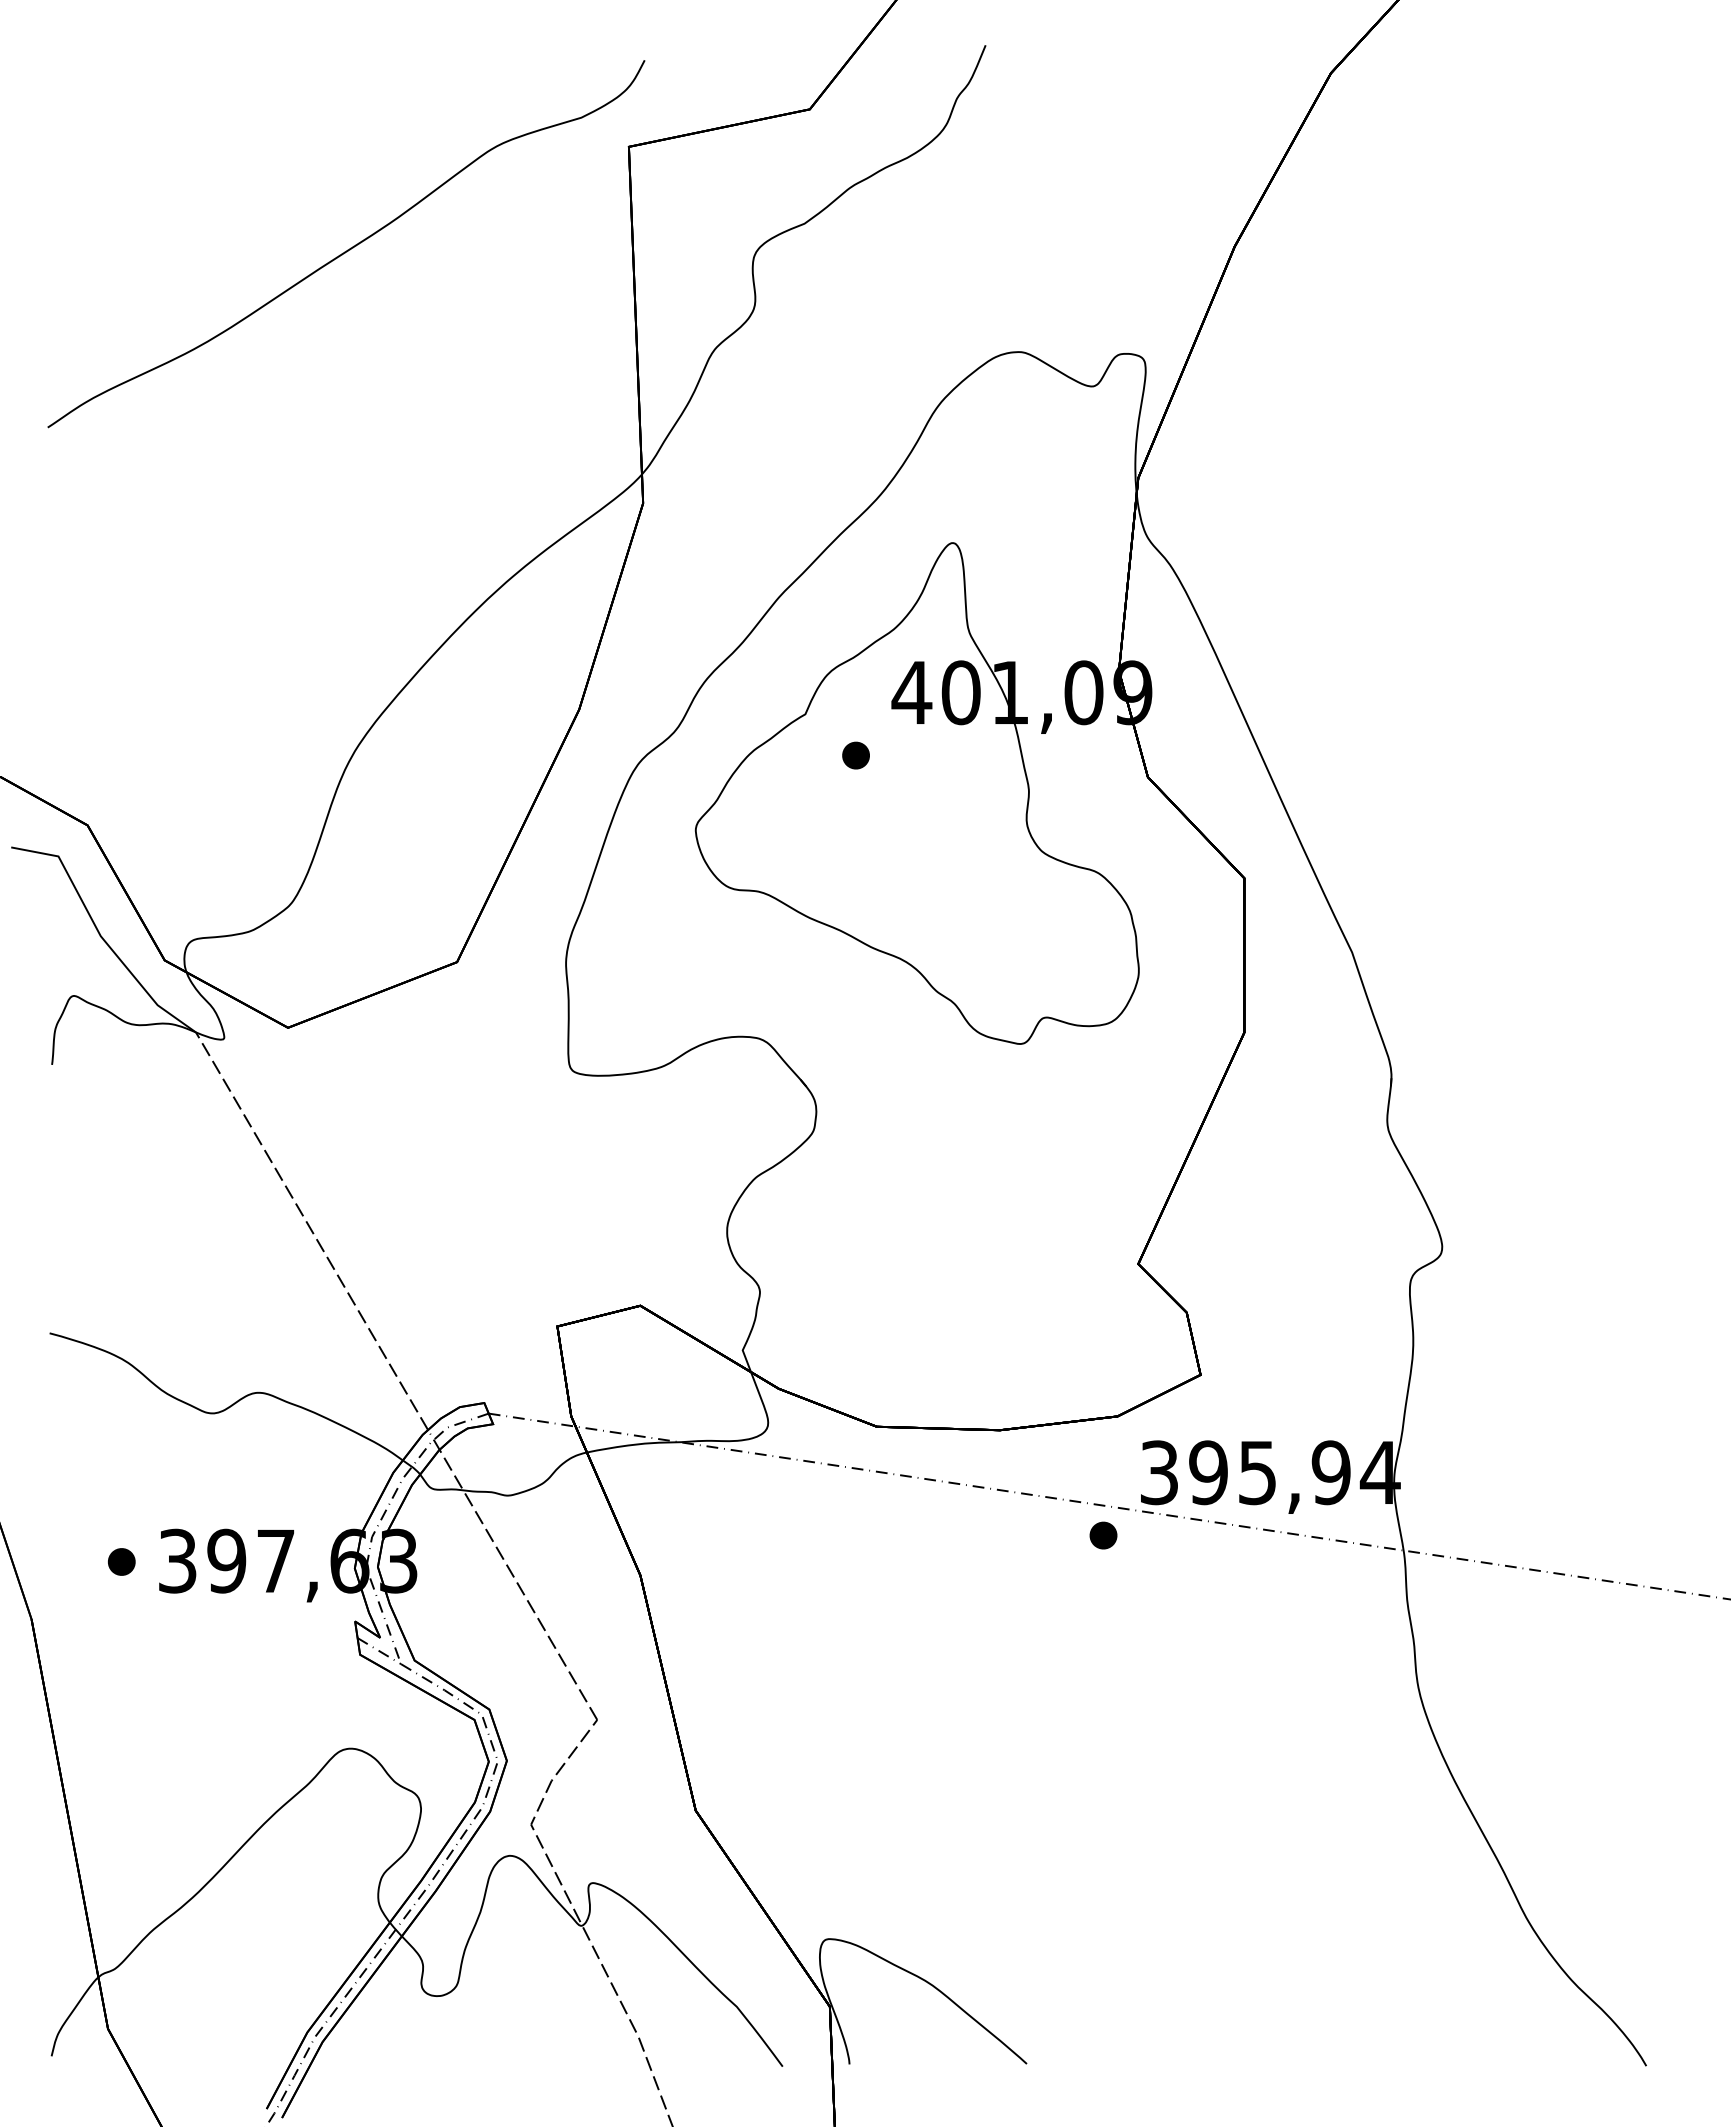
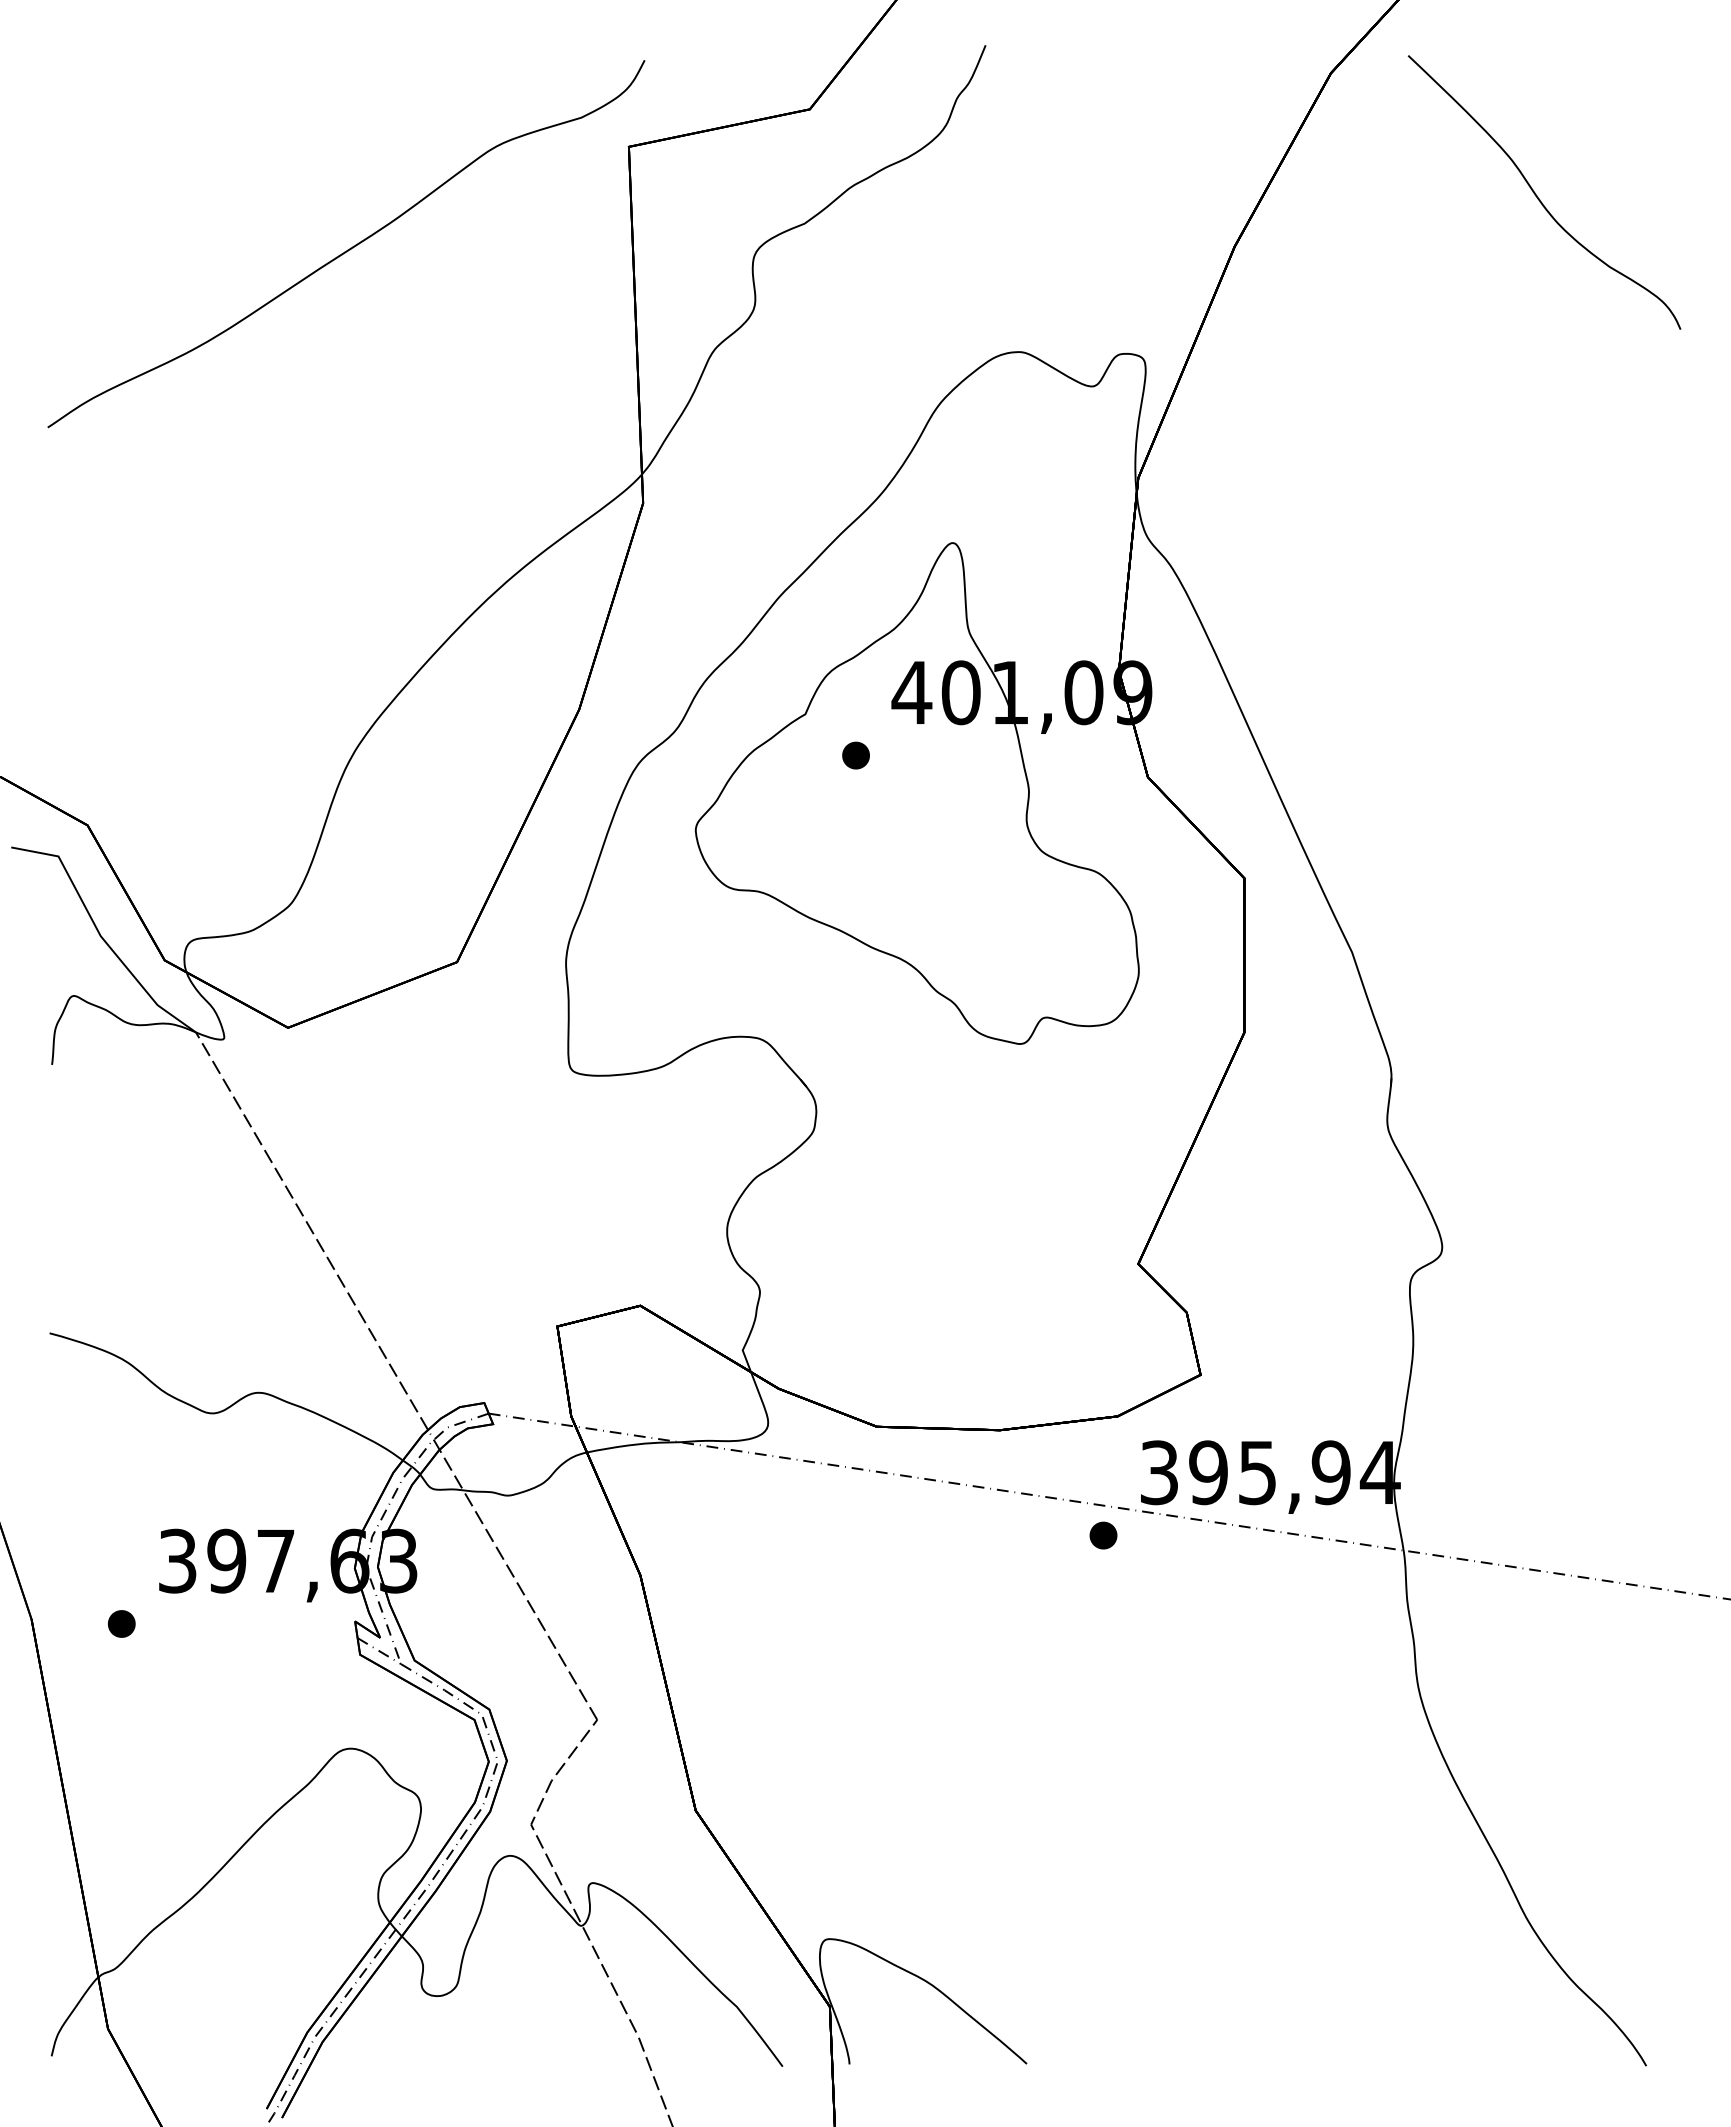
curve at (1537, 195): none -> present
part at (121, 1561) position: (121, 1561) -> (121, 1623)
